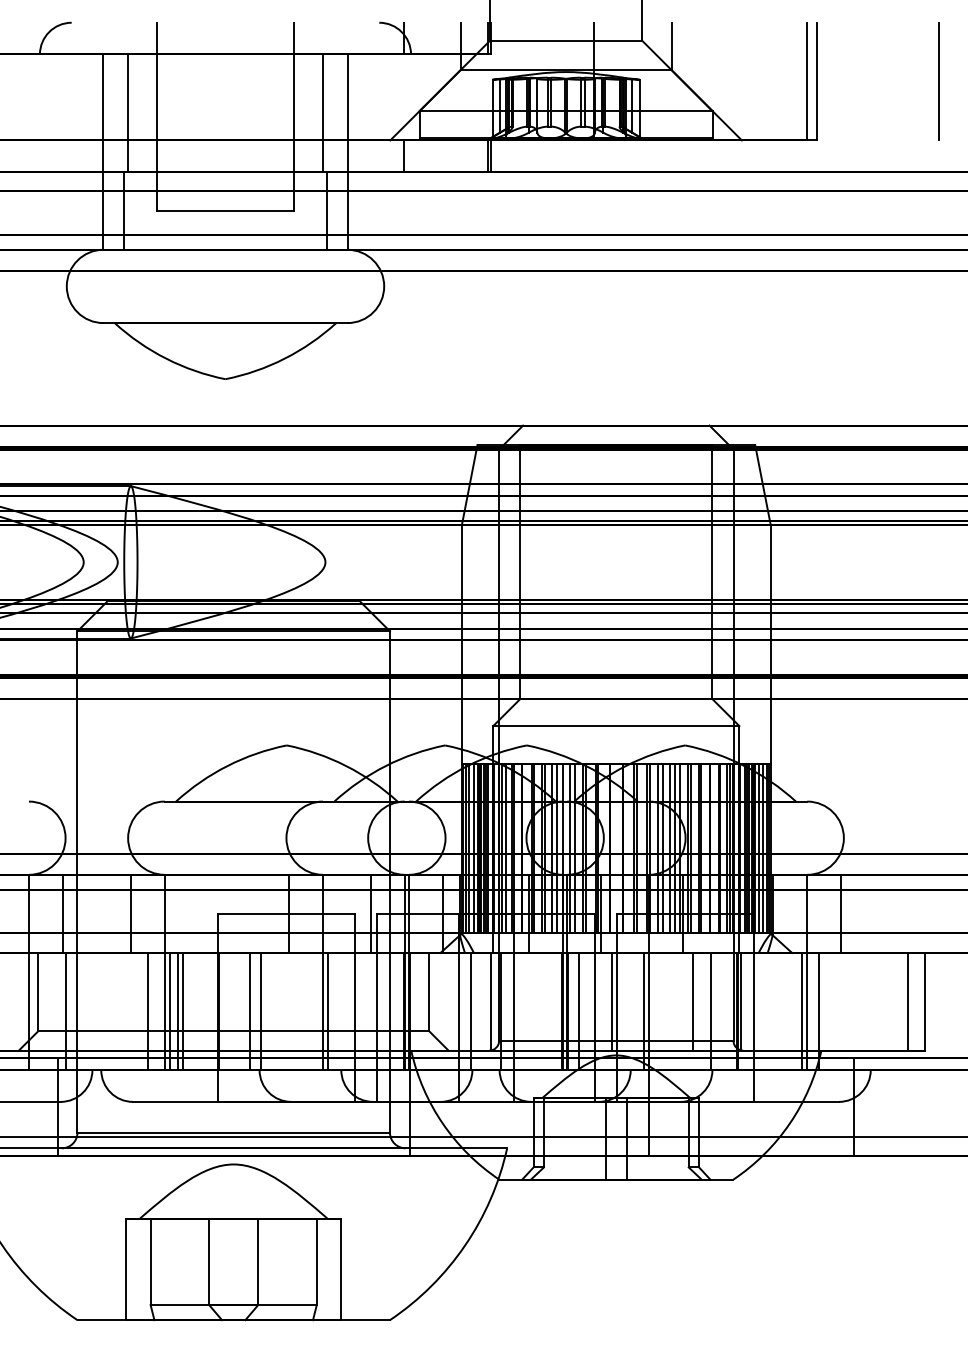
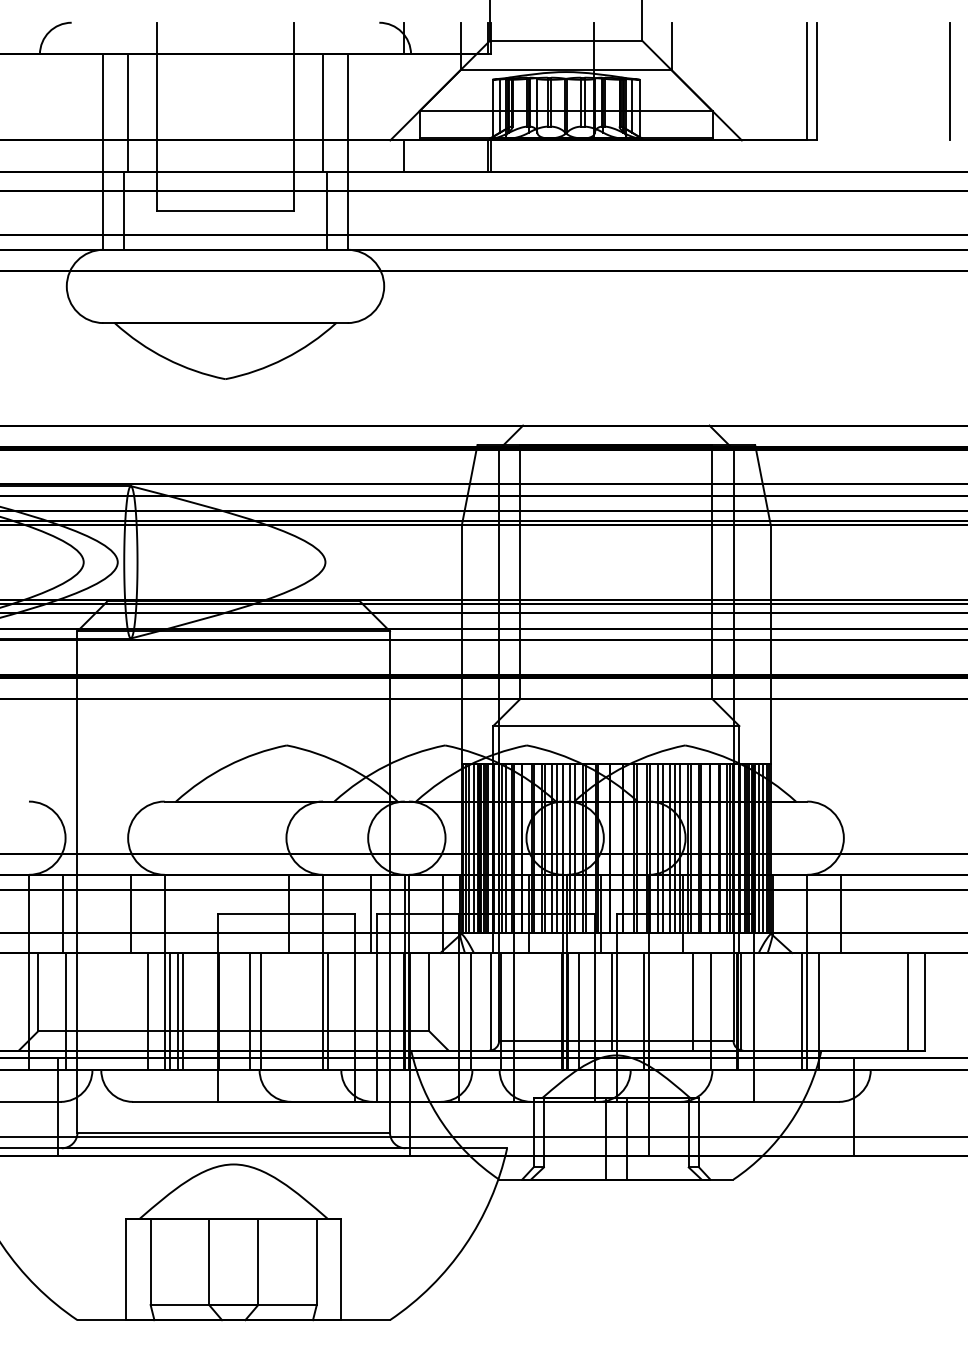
line at (938, 81) position: (938, 81) -> (949, 81)
